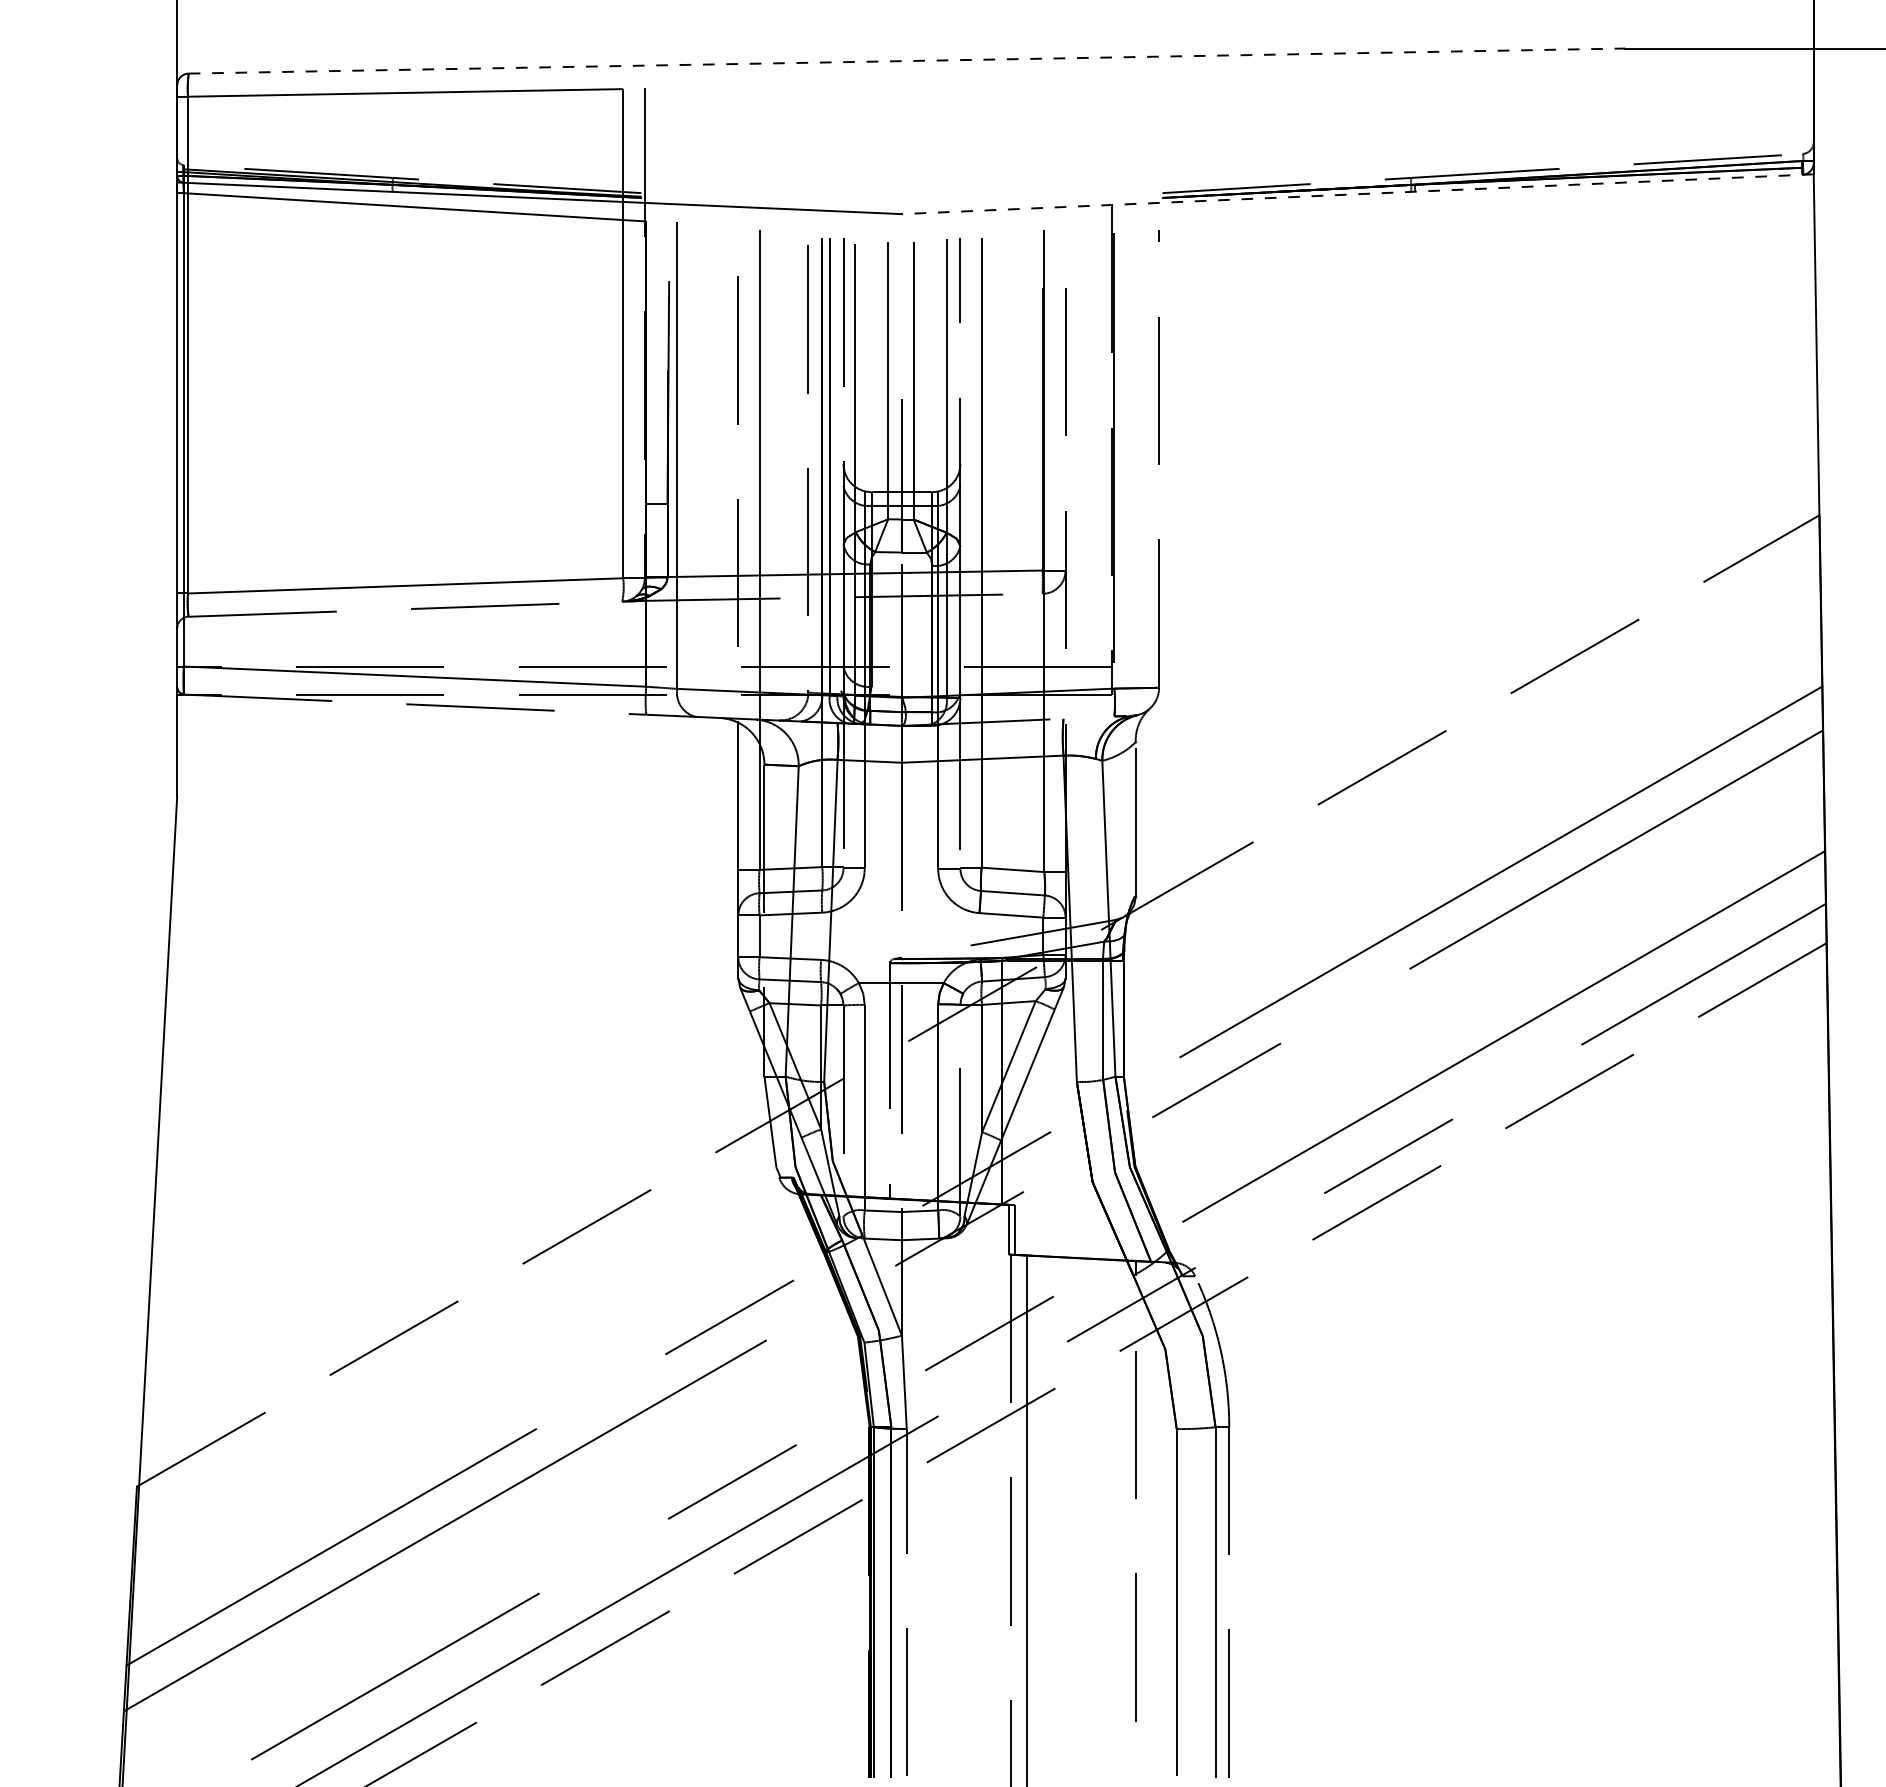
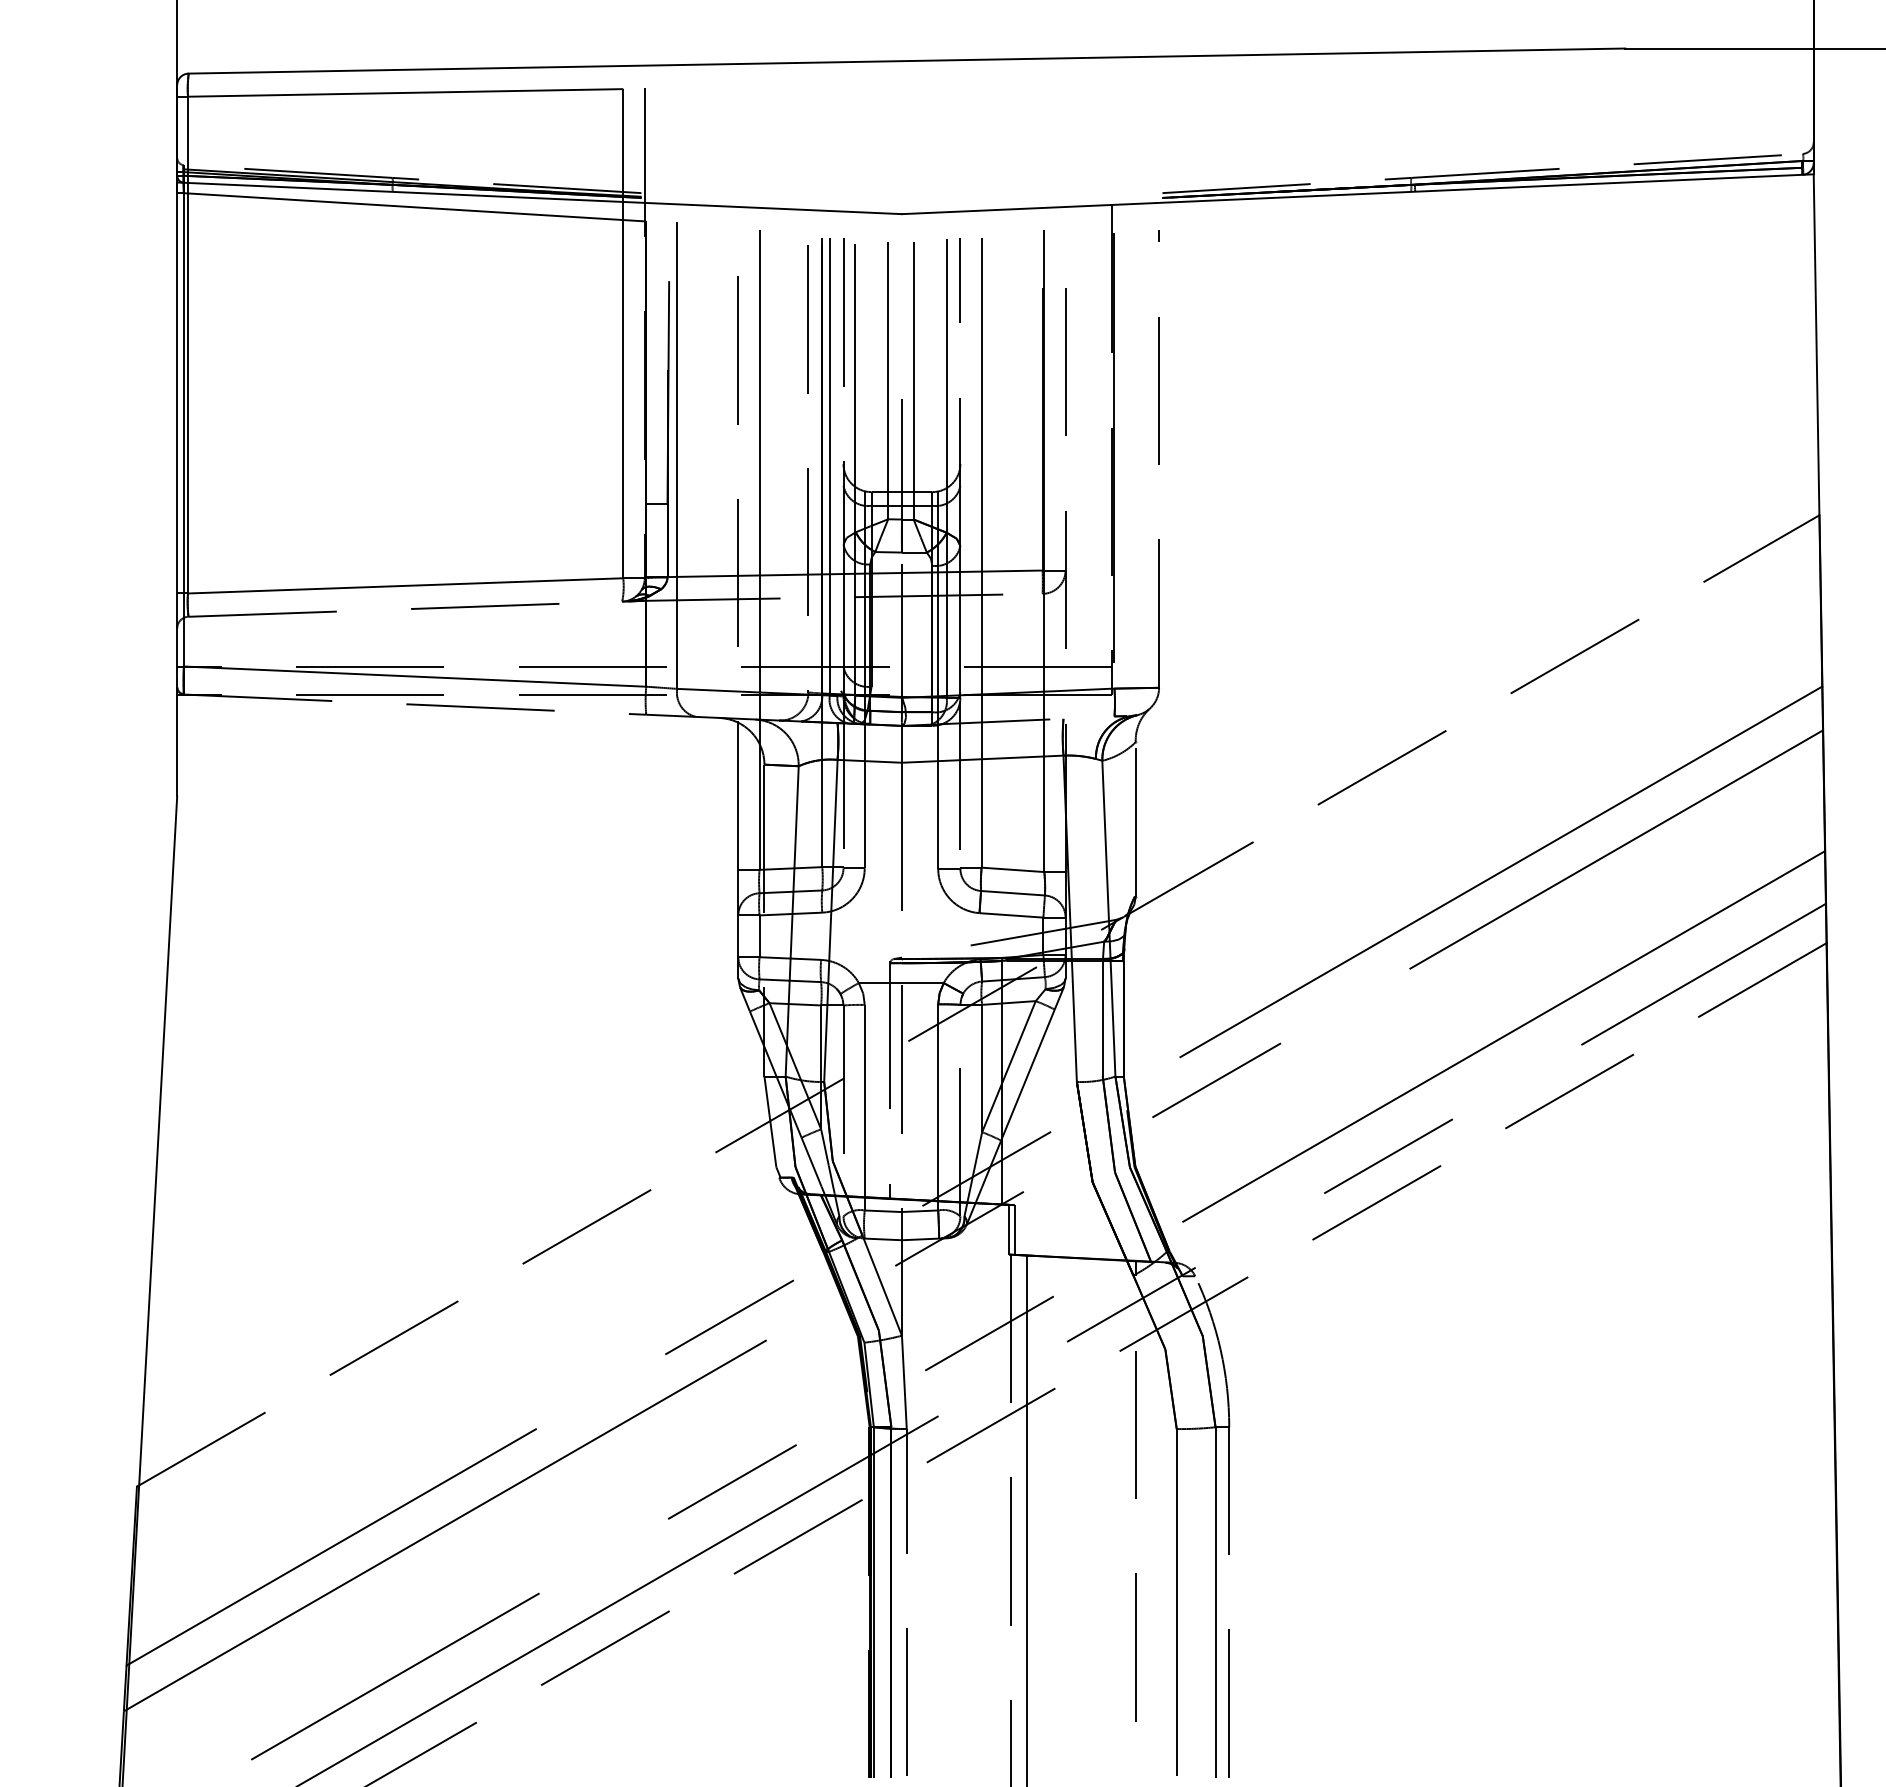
line at (907, 61): dashed -> solid
line at (1357, 194): dashed -> solid
